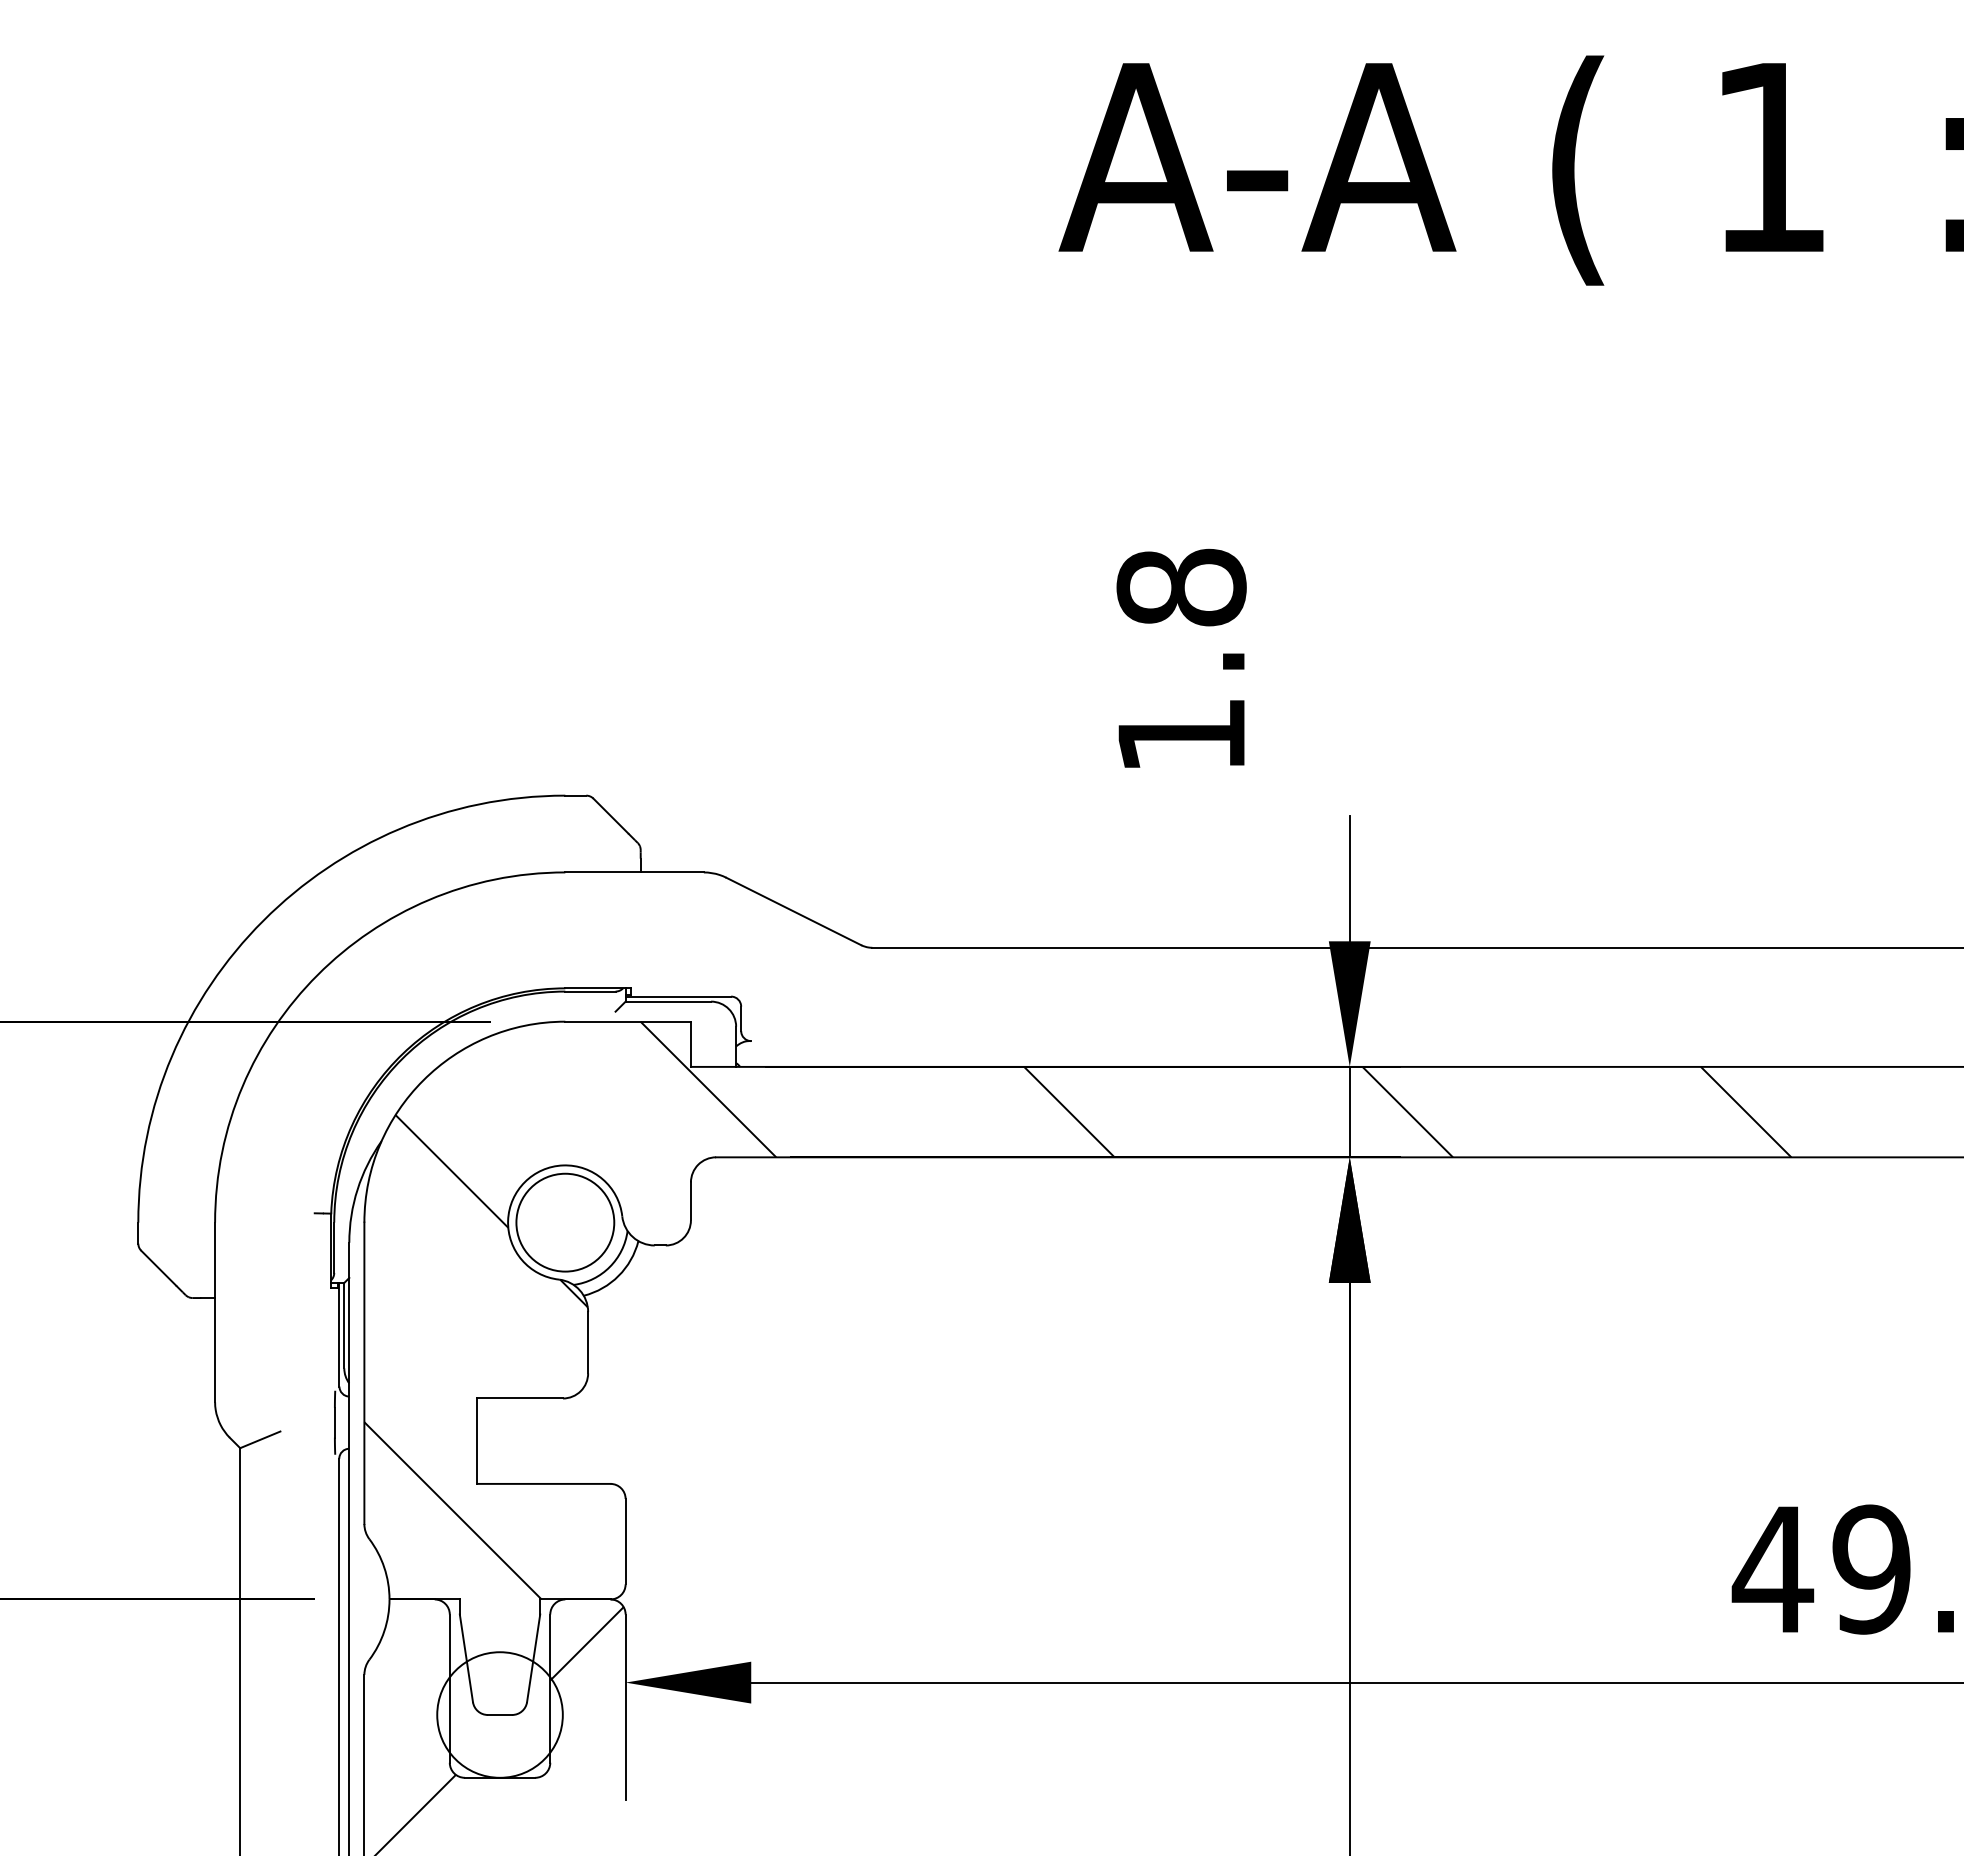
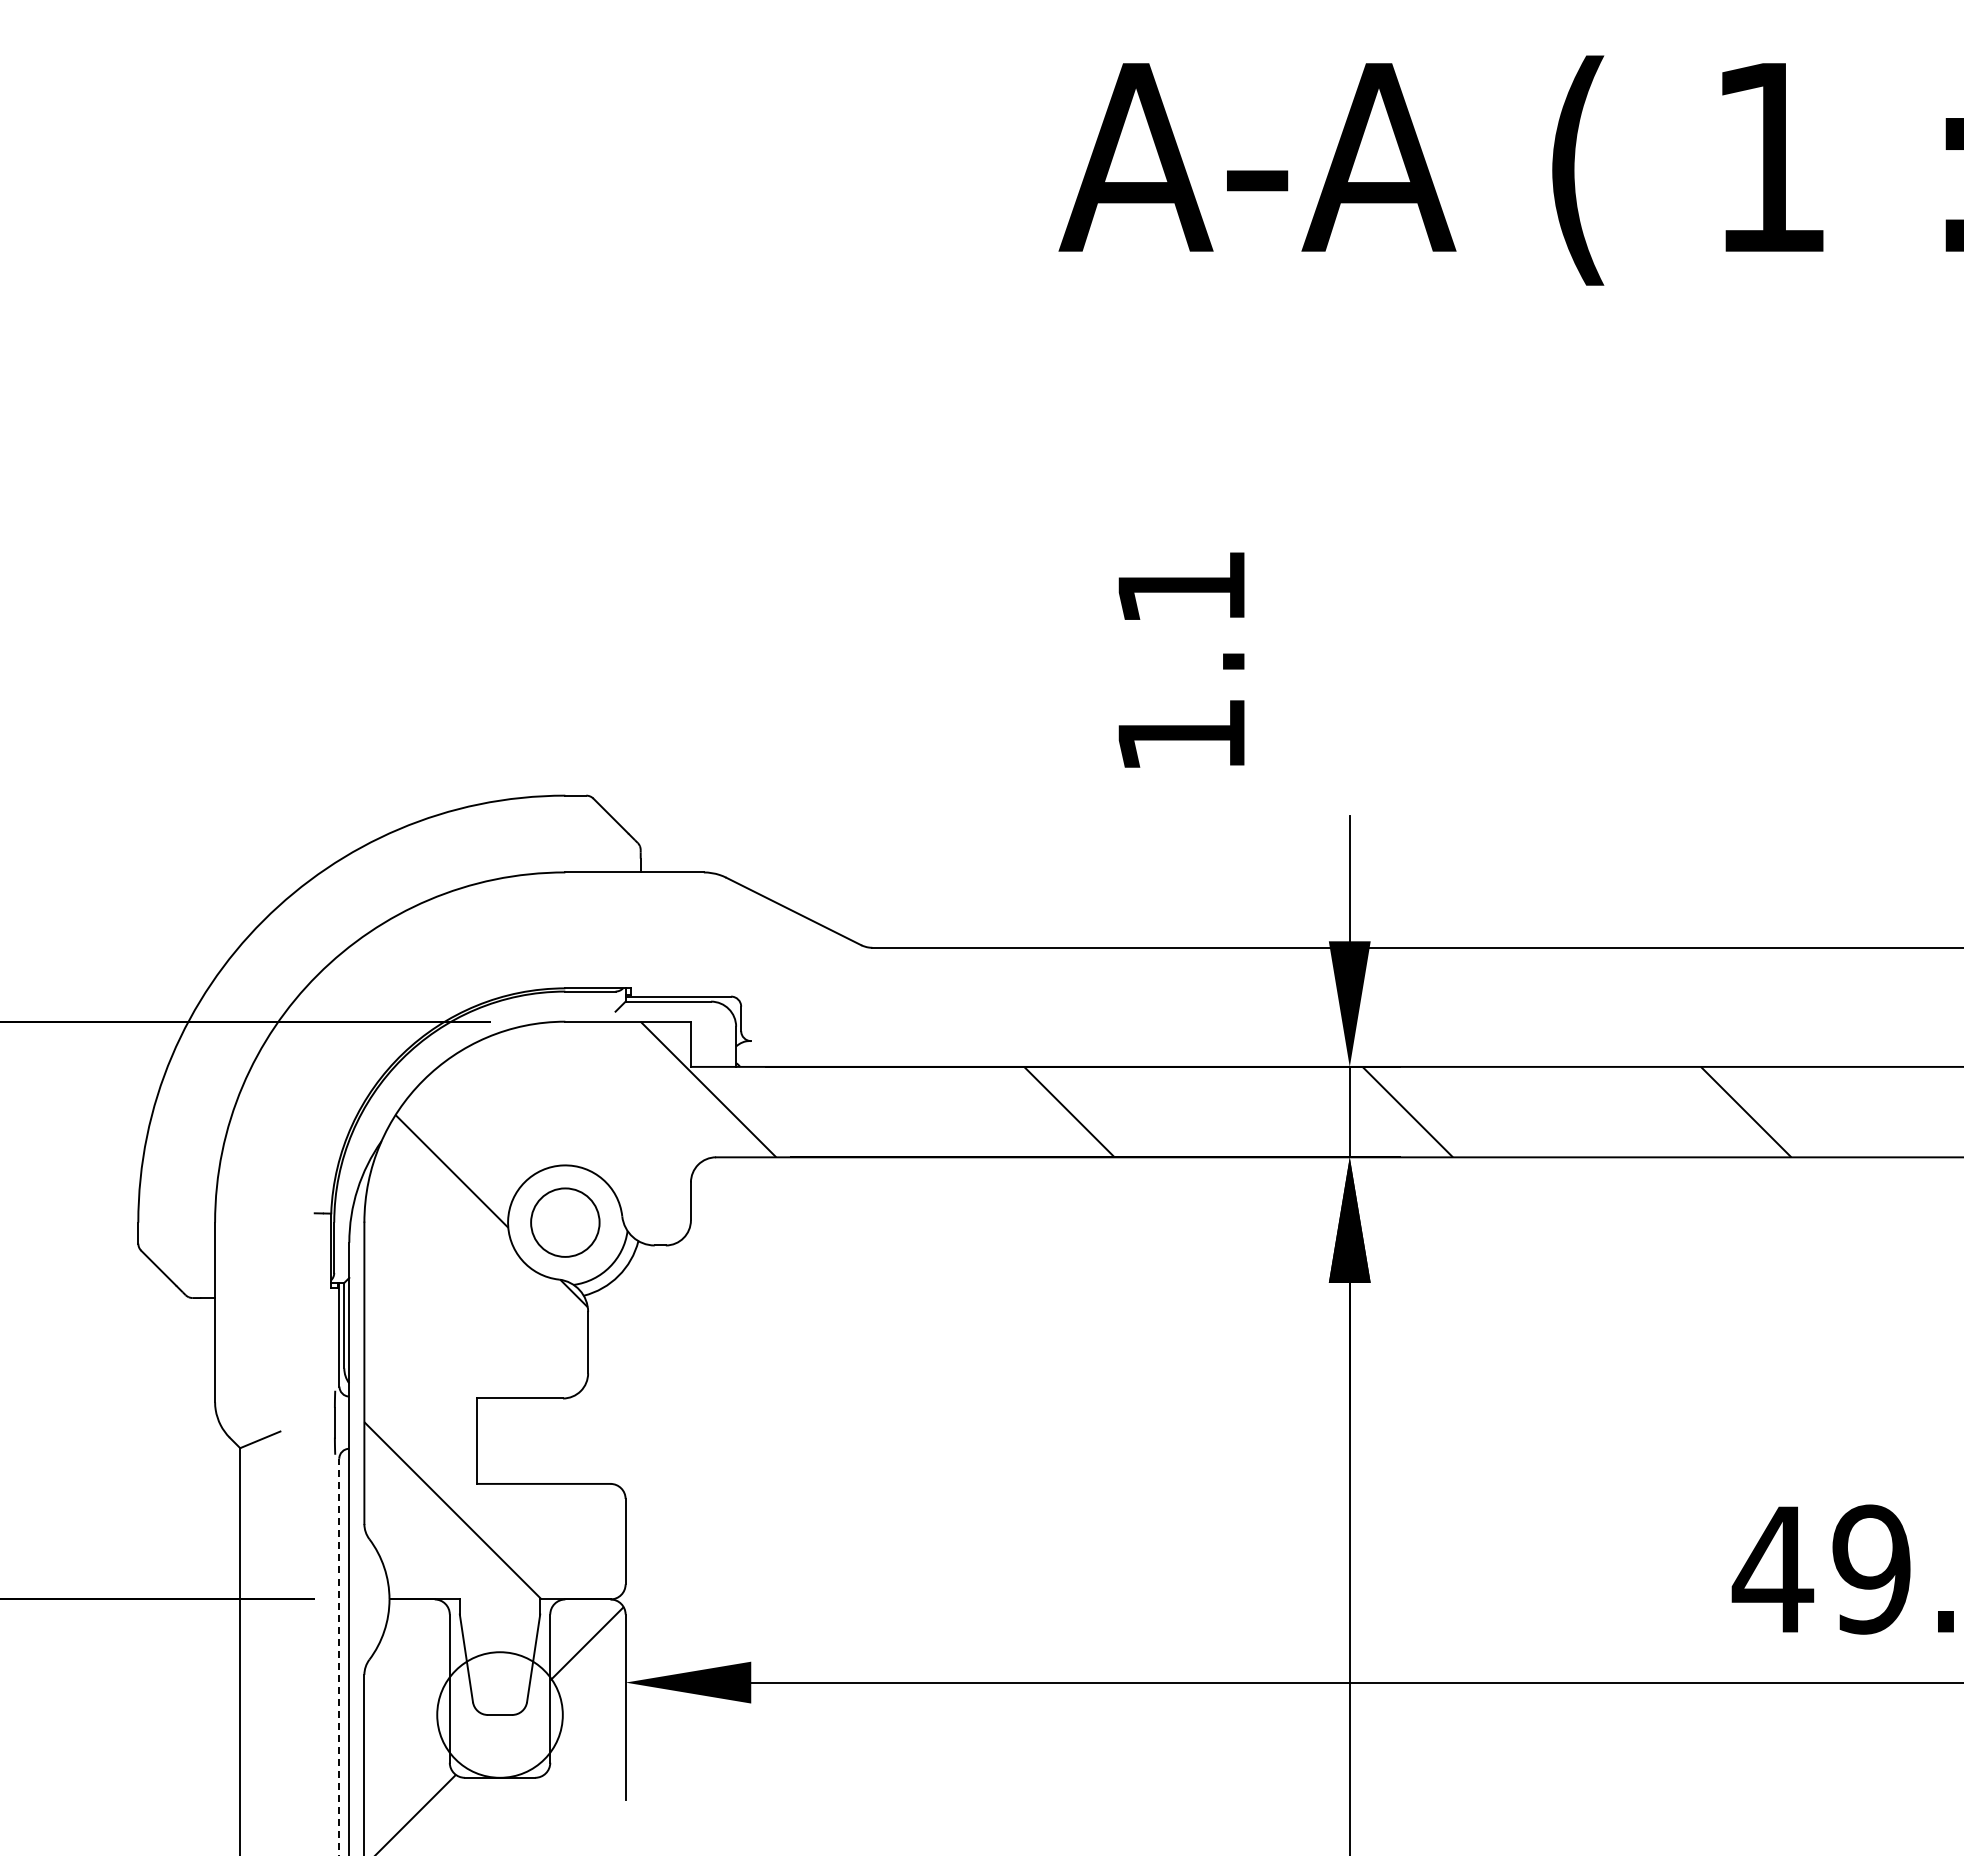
text at (1181, 587): 1.8 -> 1.1
circle at (565, 1222) diameter: 98 px -> 68 px
line at (339, 1656): solid -> dashed
